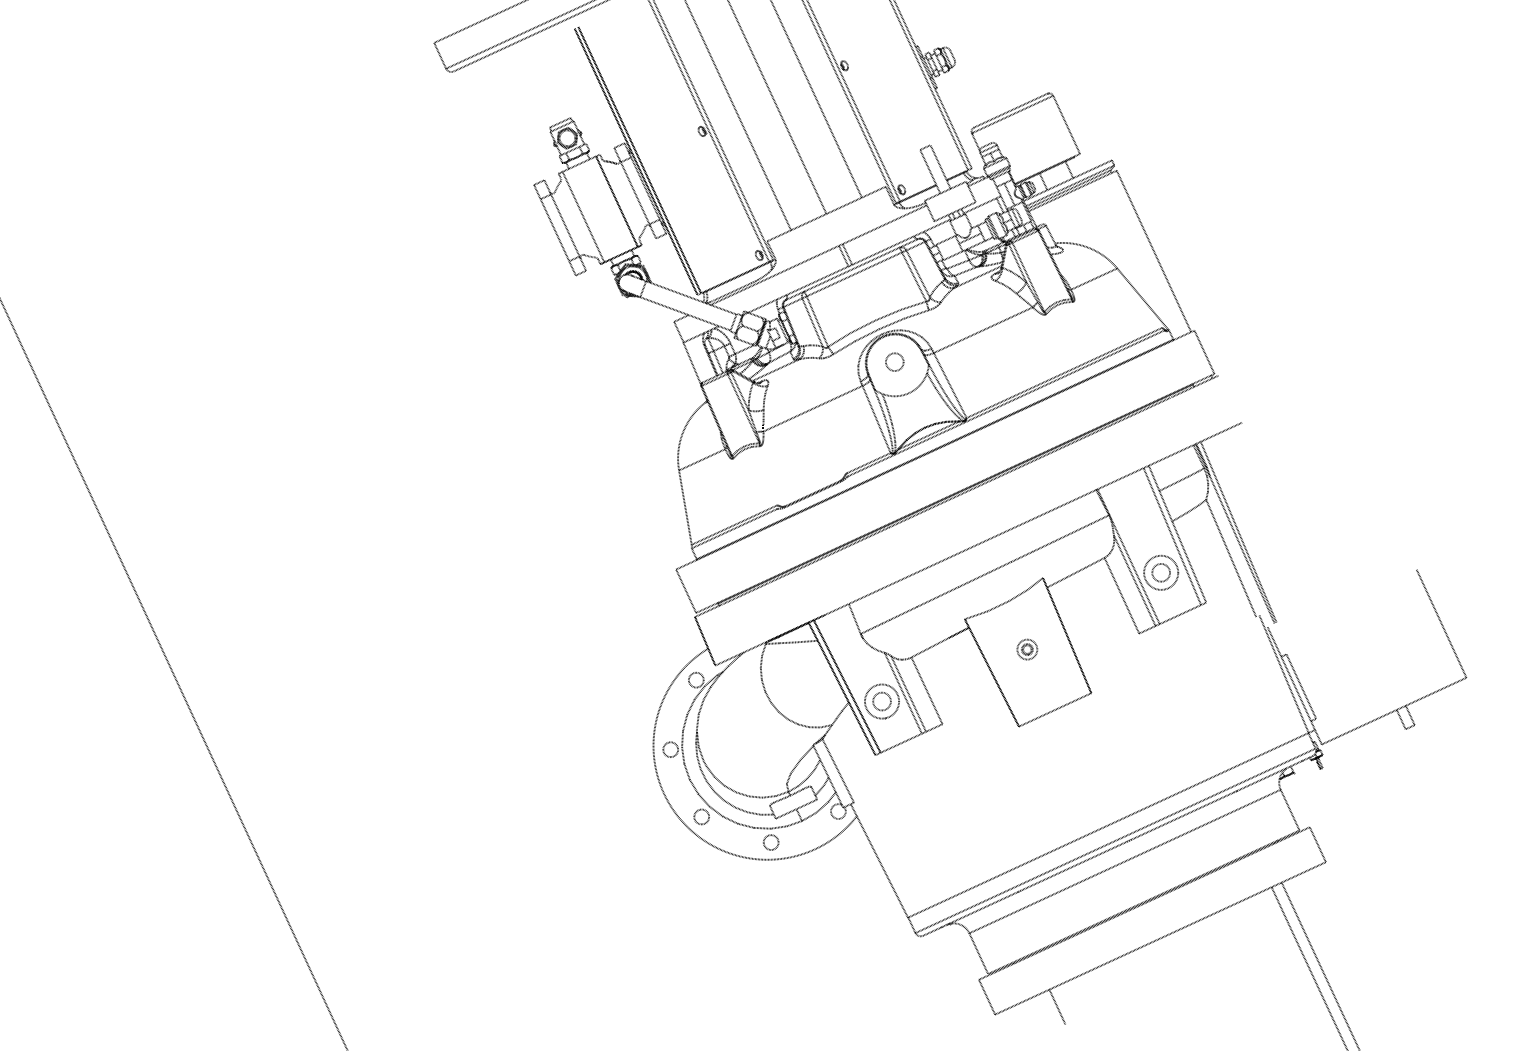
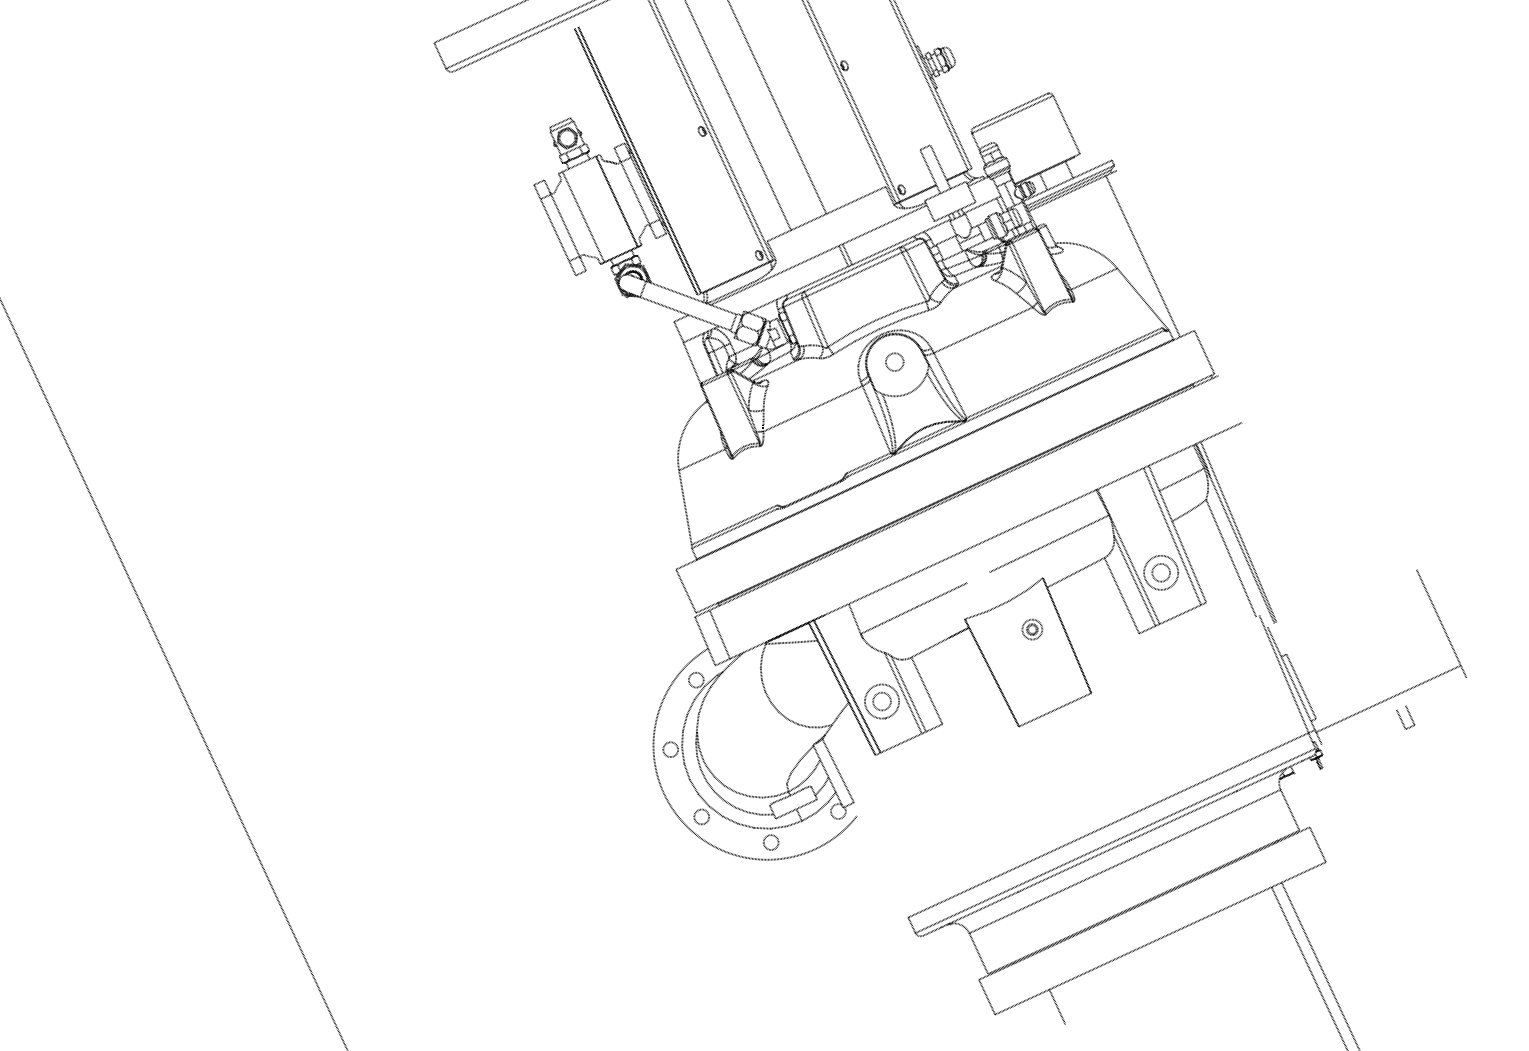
line at (816, 99): present -> none
line at (1153, 251) position: (1153, 251) -> (1142, 256)
line at (978, 577): present -> none
line at (704, 641) position: (704, 641) -> (719, 635)
part at (1027, 649) position: (1027, 649) -> (1032, 629)
line at (1393, 710) position: (1393, 710) -> (1387, 698)
line at (879, 860): present -> none
